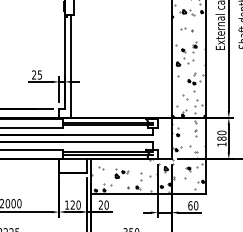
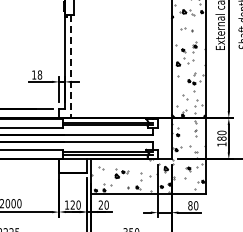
line at (70, 66): solid -> dashed
text at (37, 74): 25 -> 18
text at (190, 205): 60 -> 80
